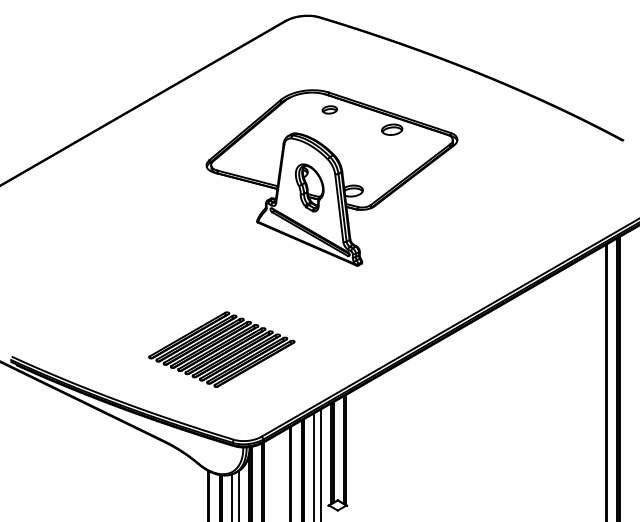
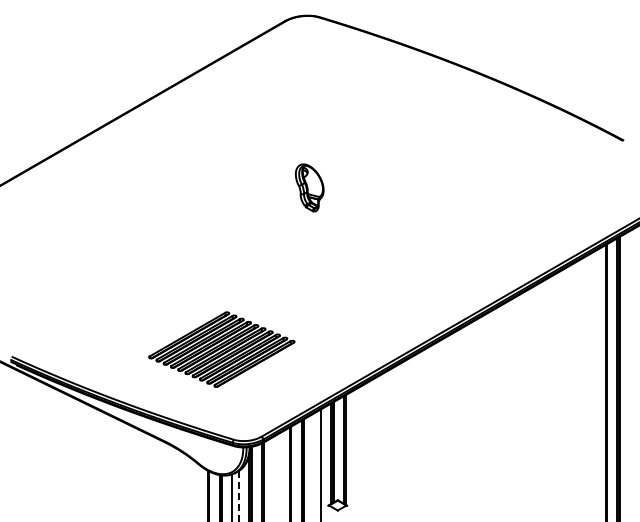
part at (331, 177): present -> none
line at (314, 465): present -> none
line at (239, 496): solid -> dashed
